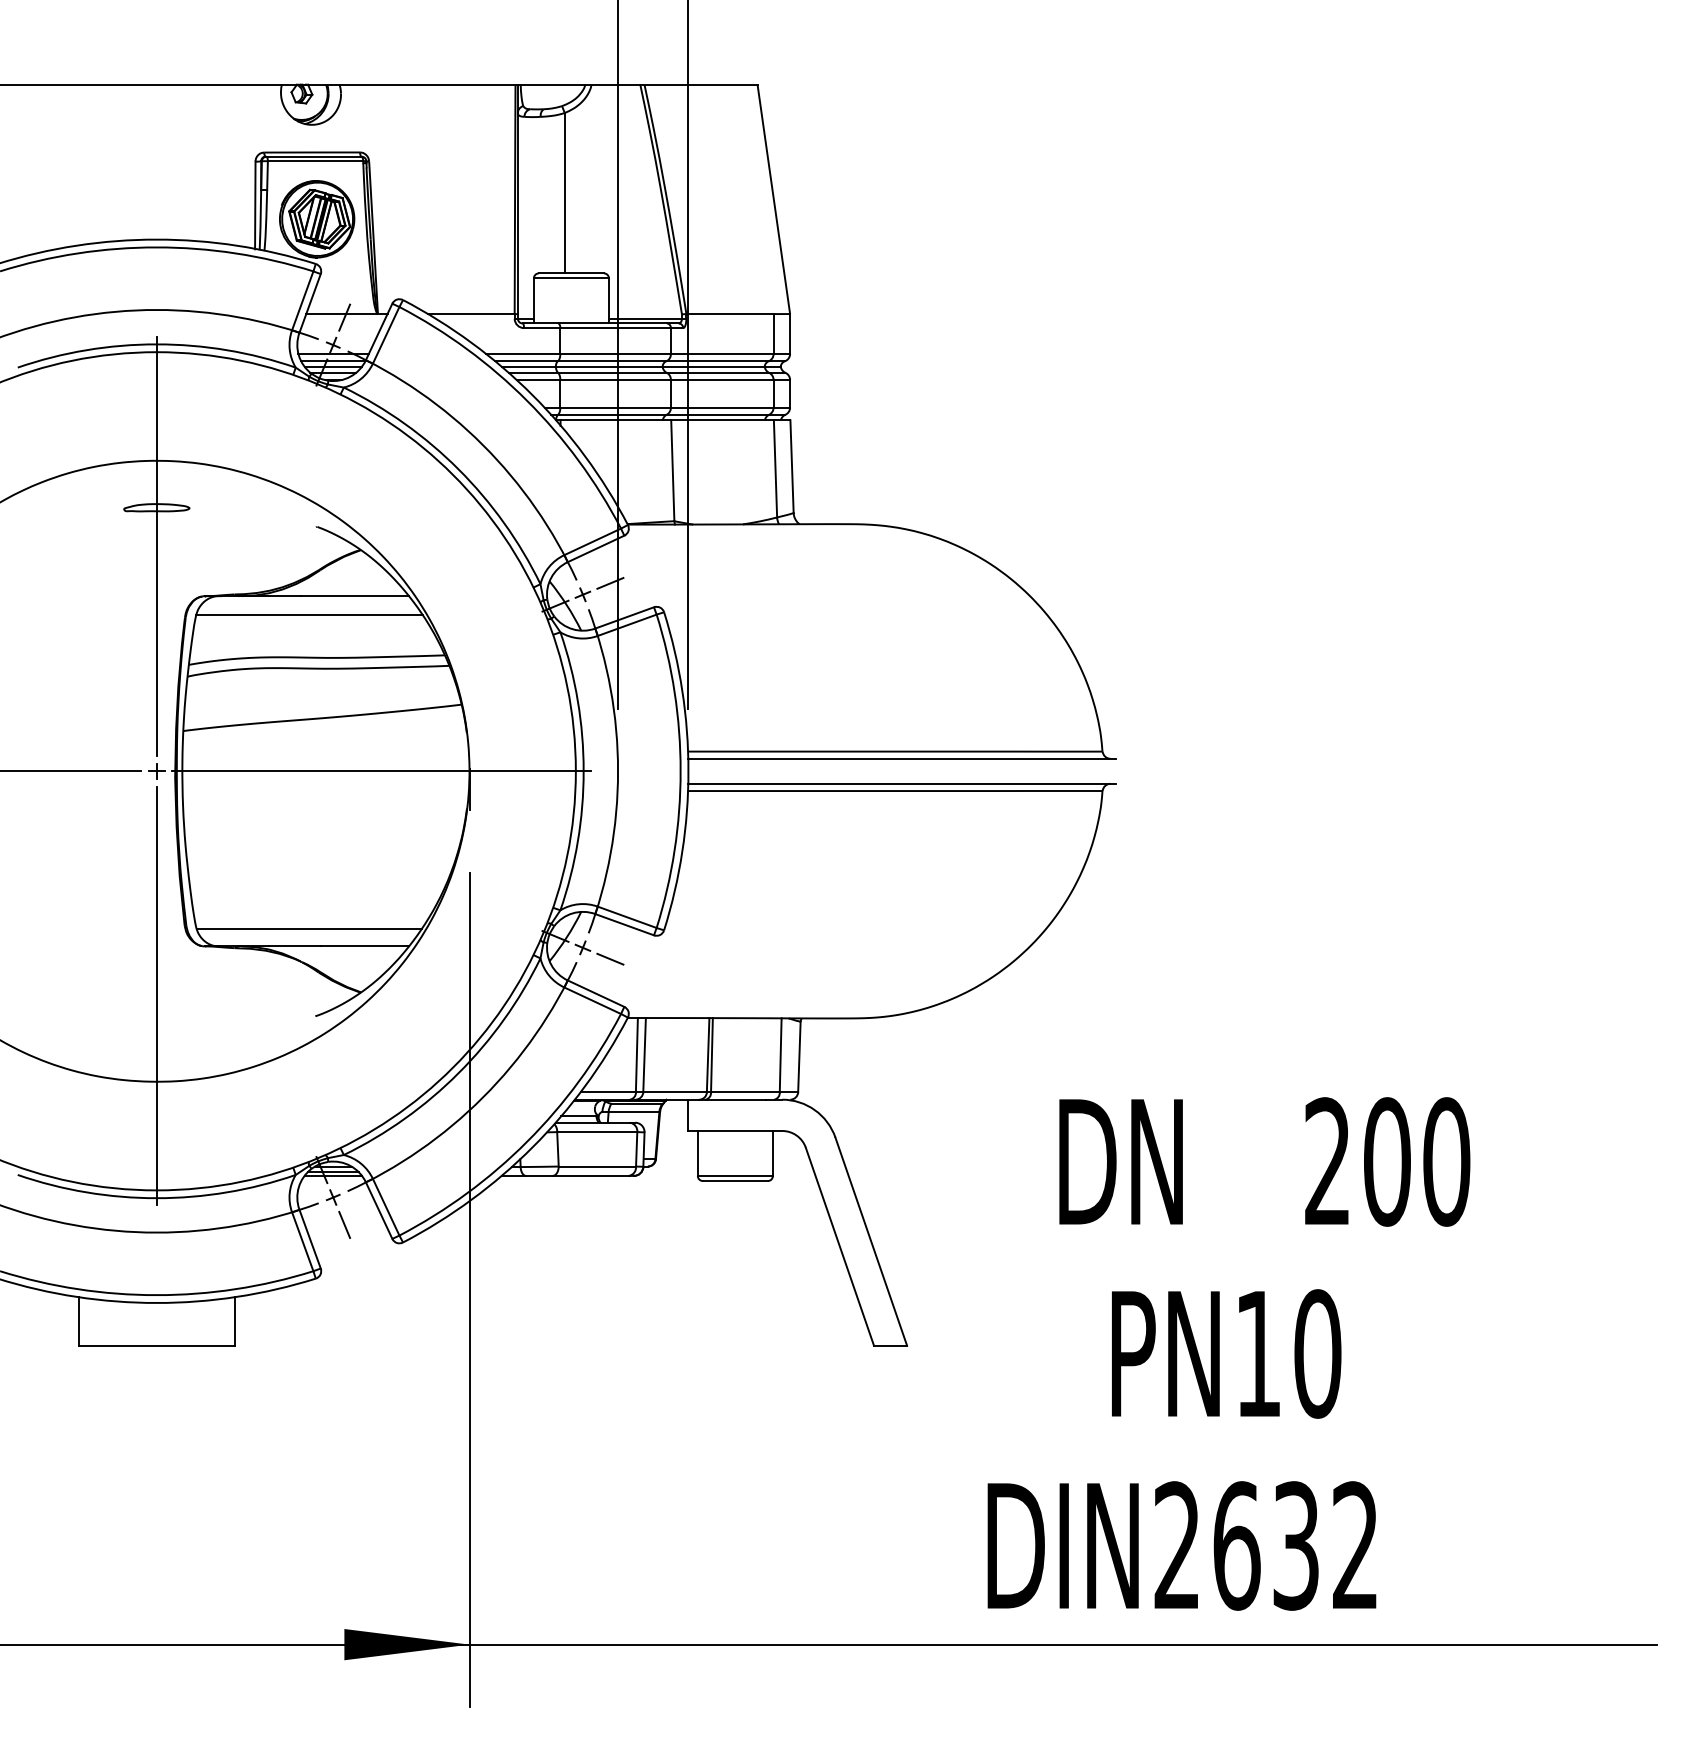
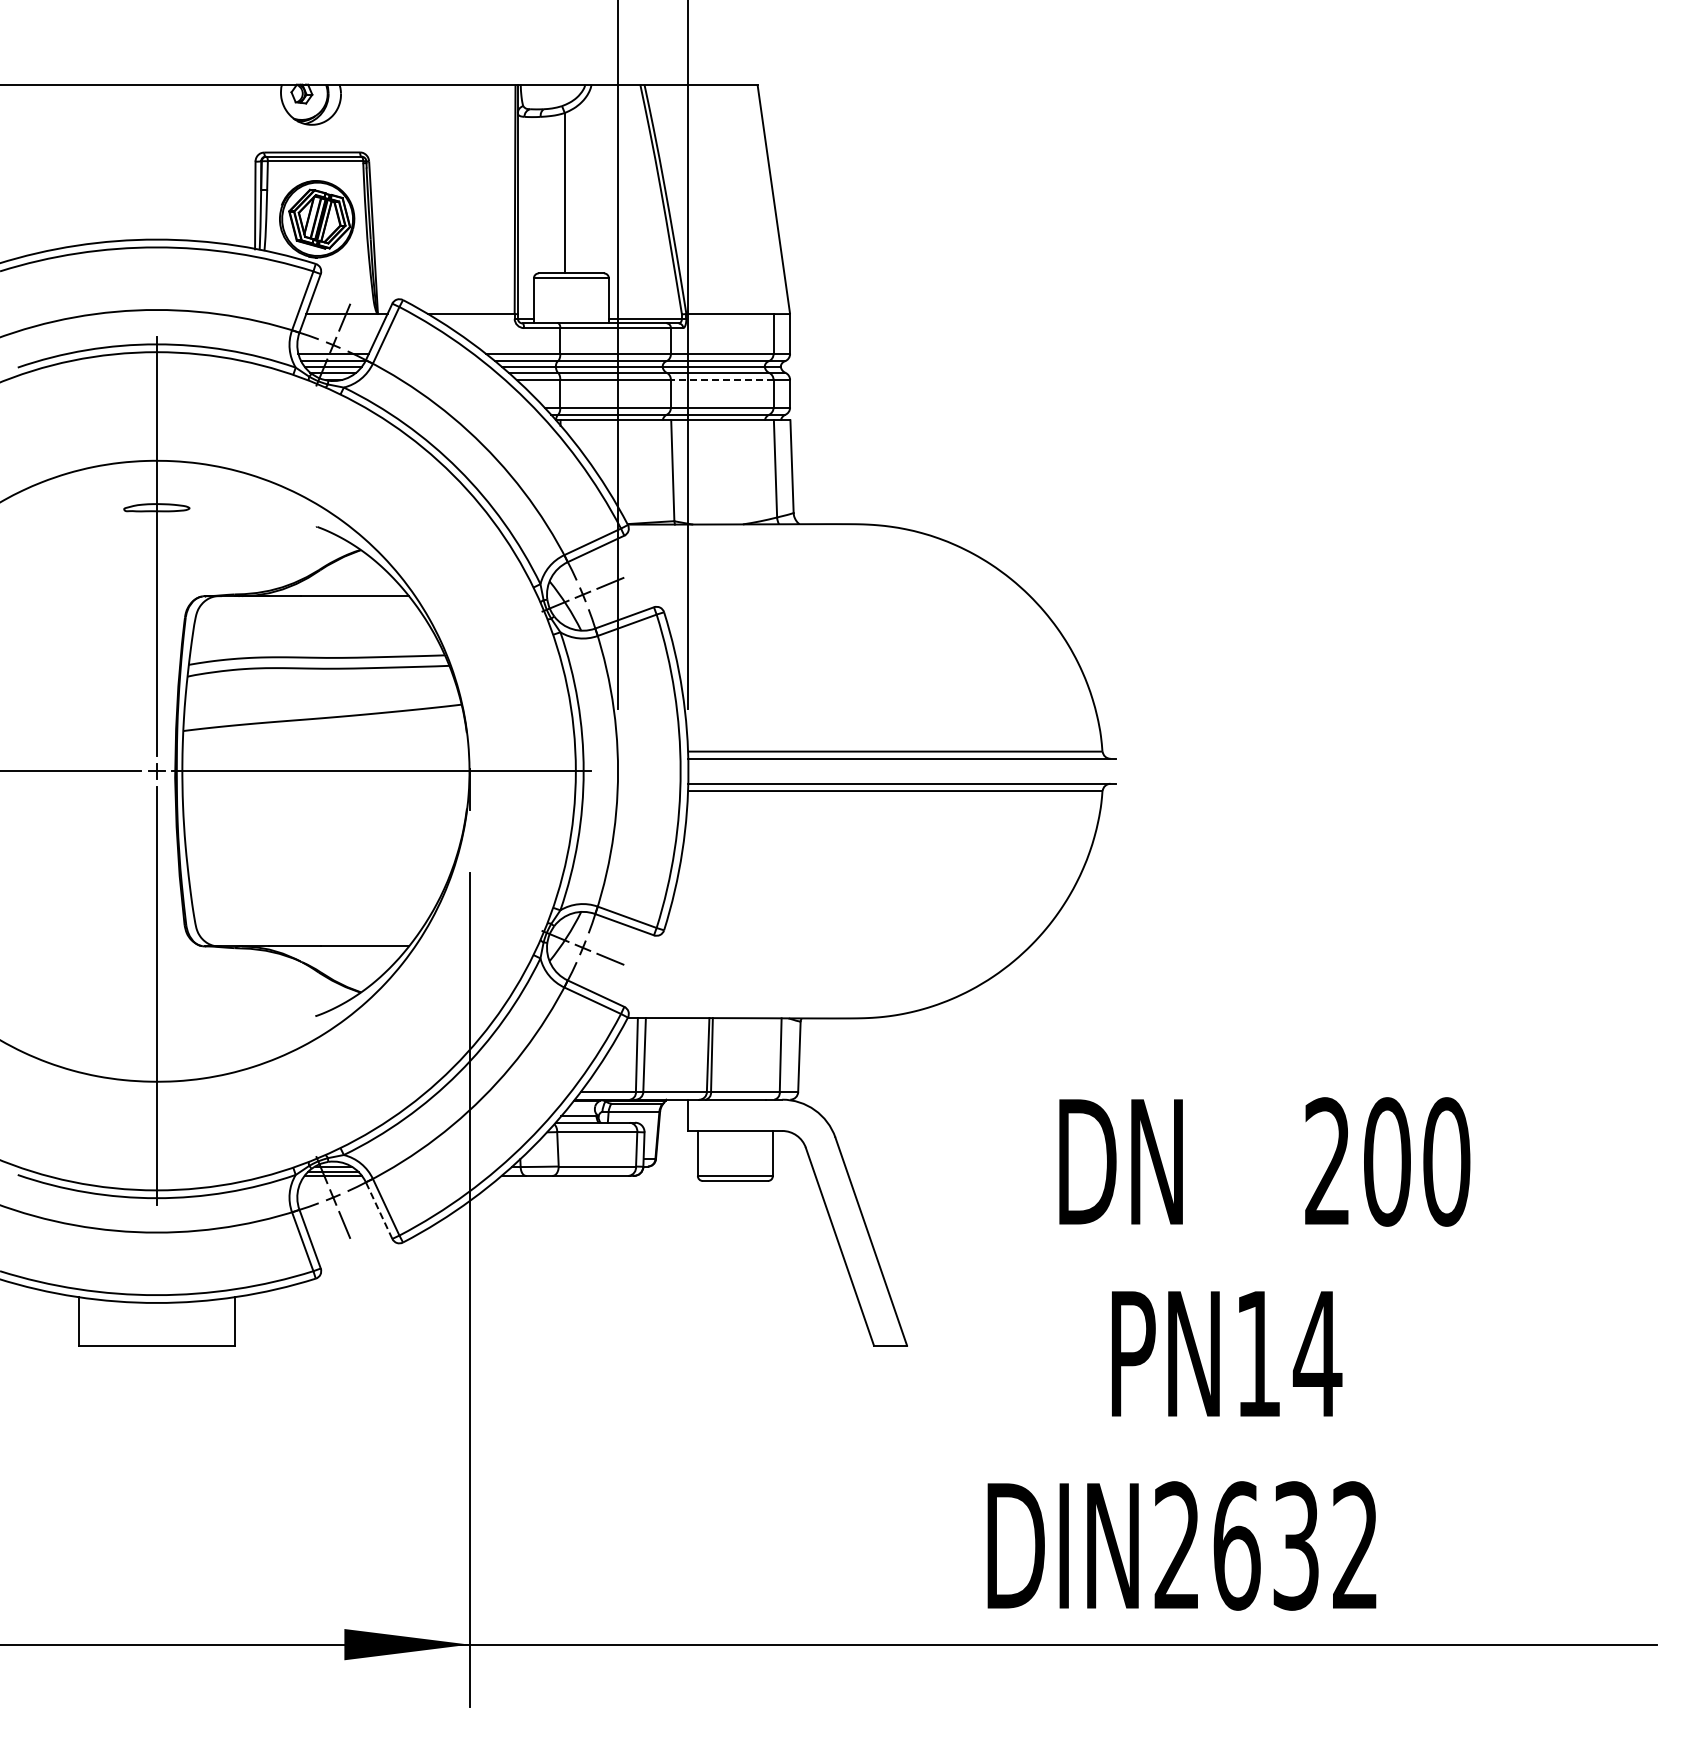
line at (721, 380): solid -> dashed
line at (309, 614): present -> none
line at (308, 929): present -> none
line at (378, 1210): solid -> dashed
text at (1317, 1353): PN10 -> PN14
